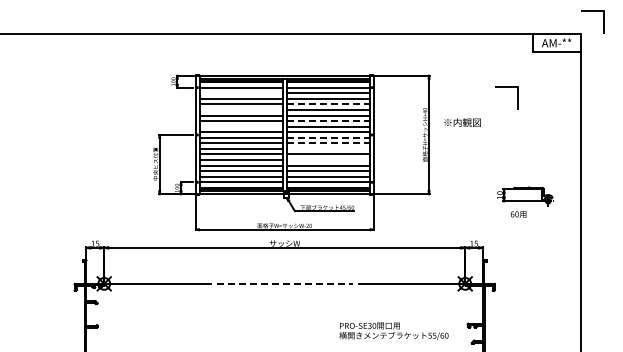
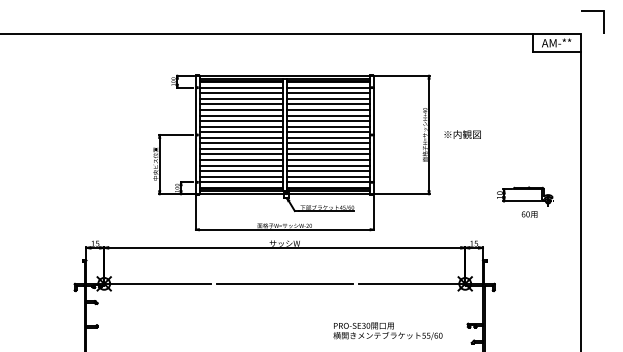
line at (506, 87): present -> none
line at (240, 93): none -> present
line at (328, 104): dashed -> solid
line at (240, 109): none -> present
line at (328, 121): dashed -> solid
text at (462, 122) position: (462, 122) -> (462, 134)
line at (240, 126): none -> present
line at (328, 137): dashed -> solid
line at (328, 143): dashed -> solid
line at (327, 148): none -> present
line at (327, 160): none -> present
text at (518, 214) position: (518, 214) -> (529, 214)
line at (285, 283): dashed -> solid
text at (393, 330) position: (393, 330) -> (387, 330)
